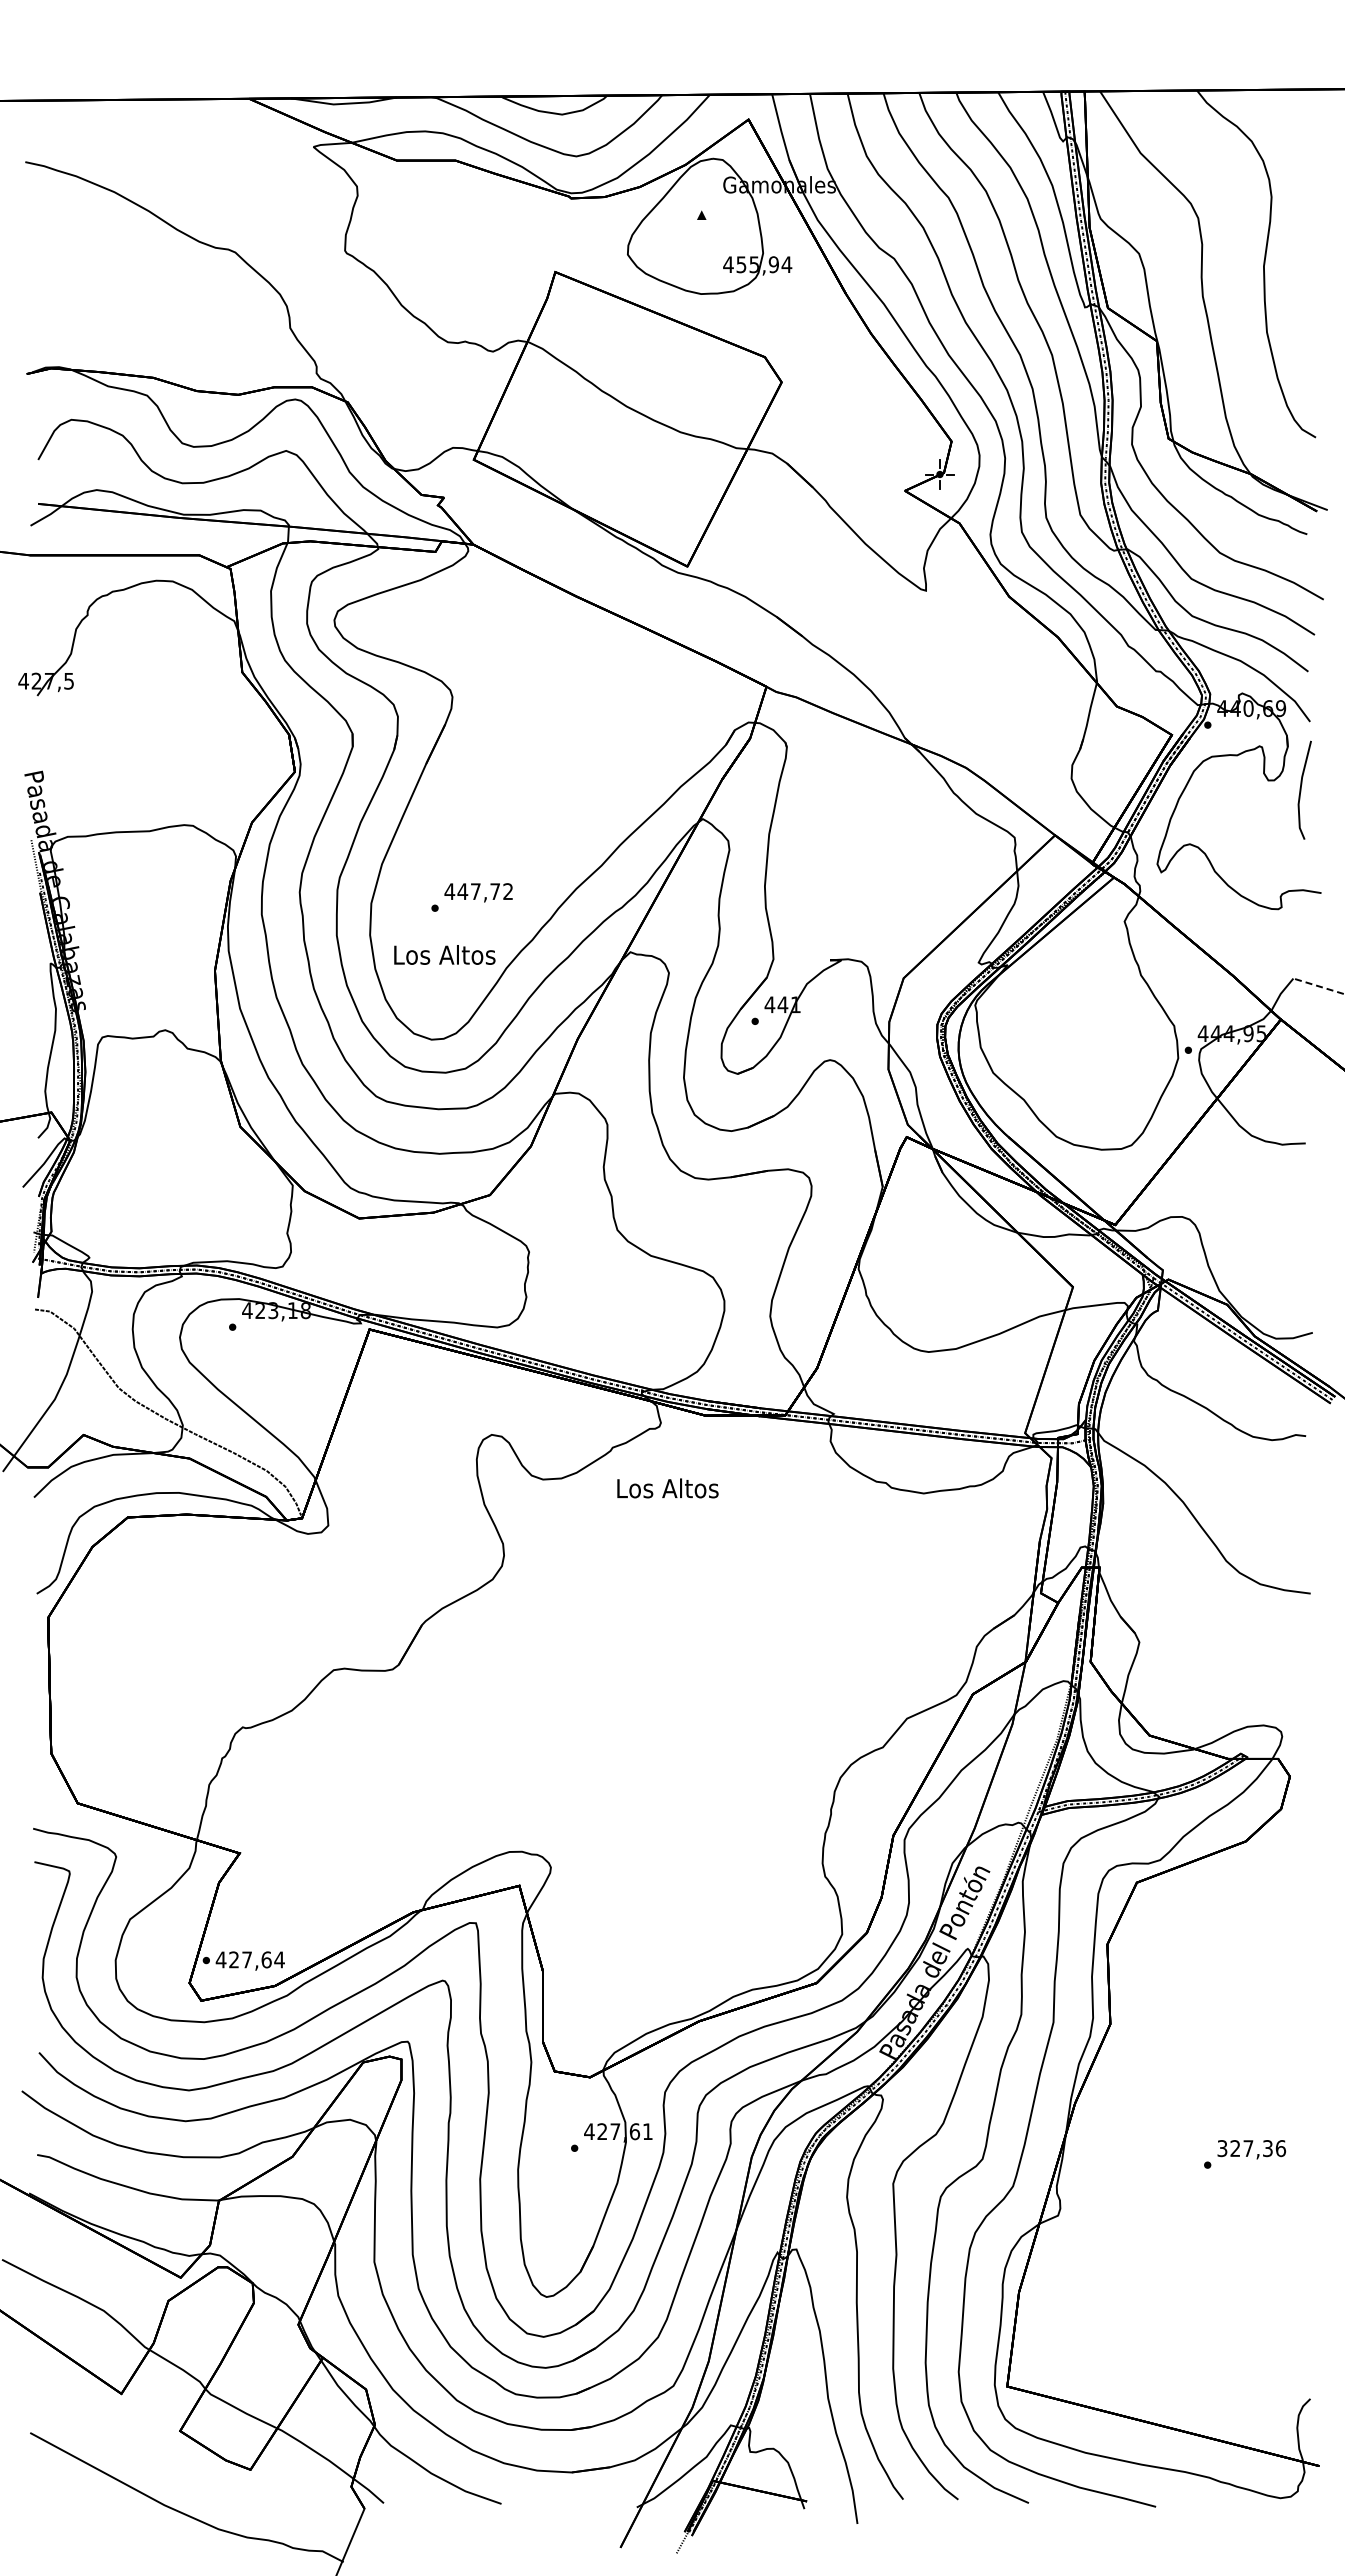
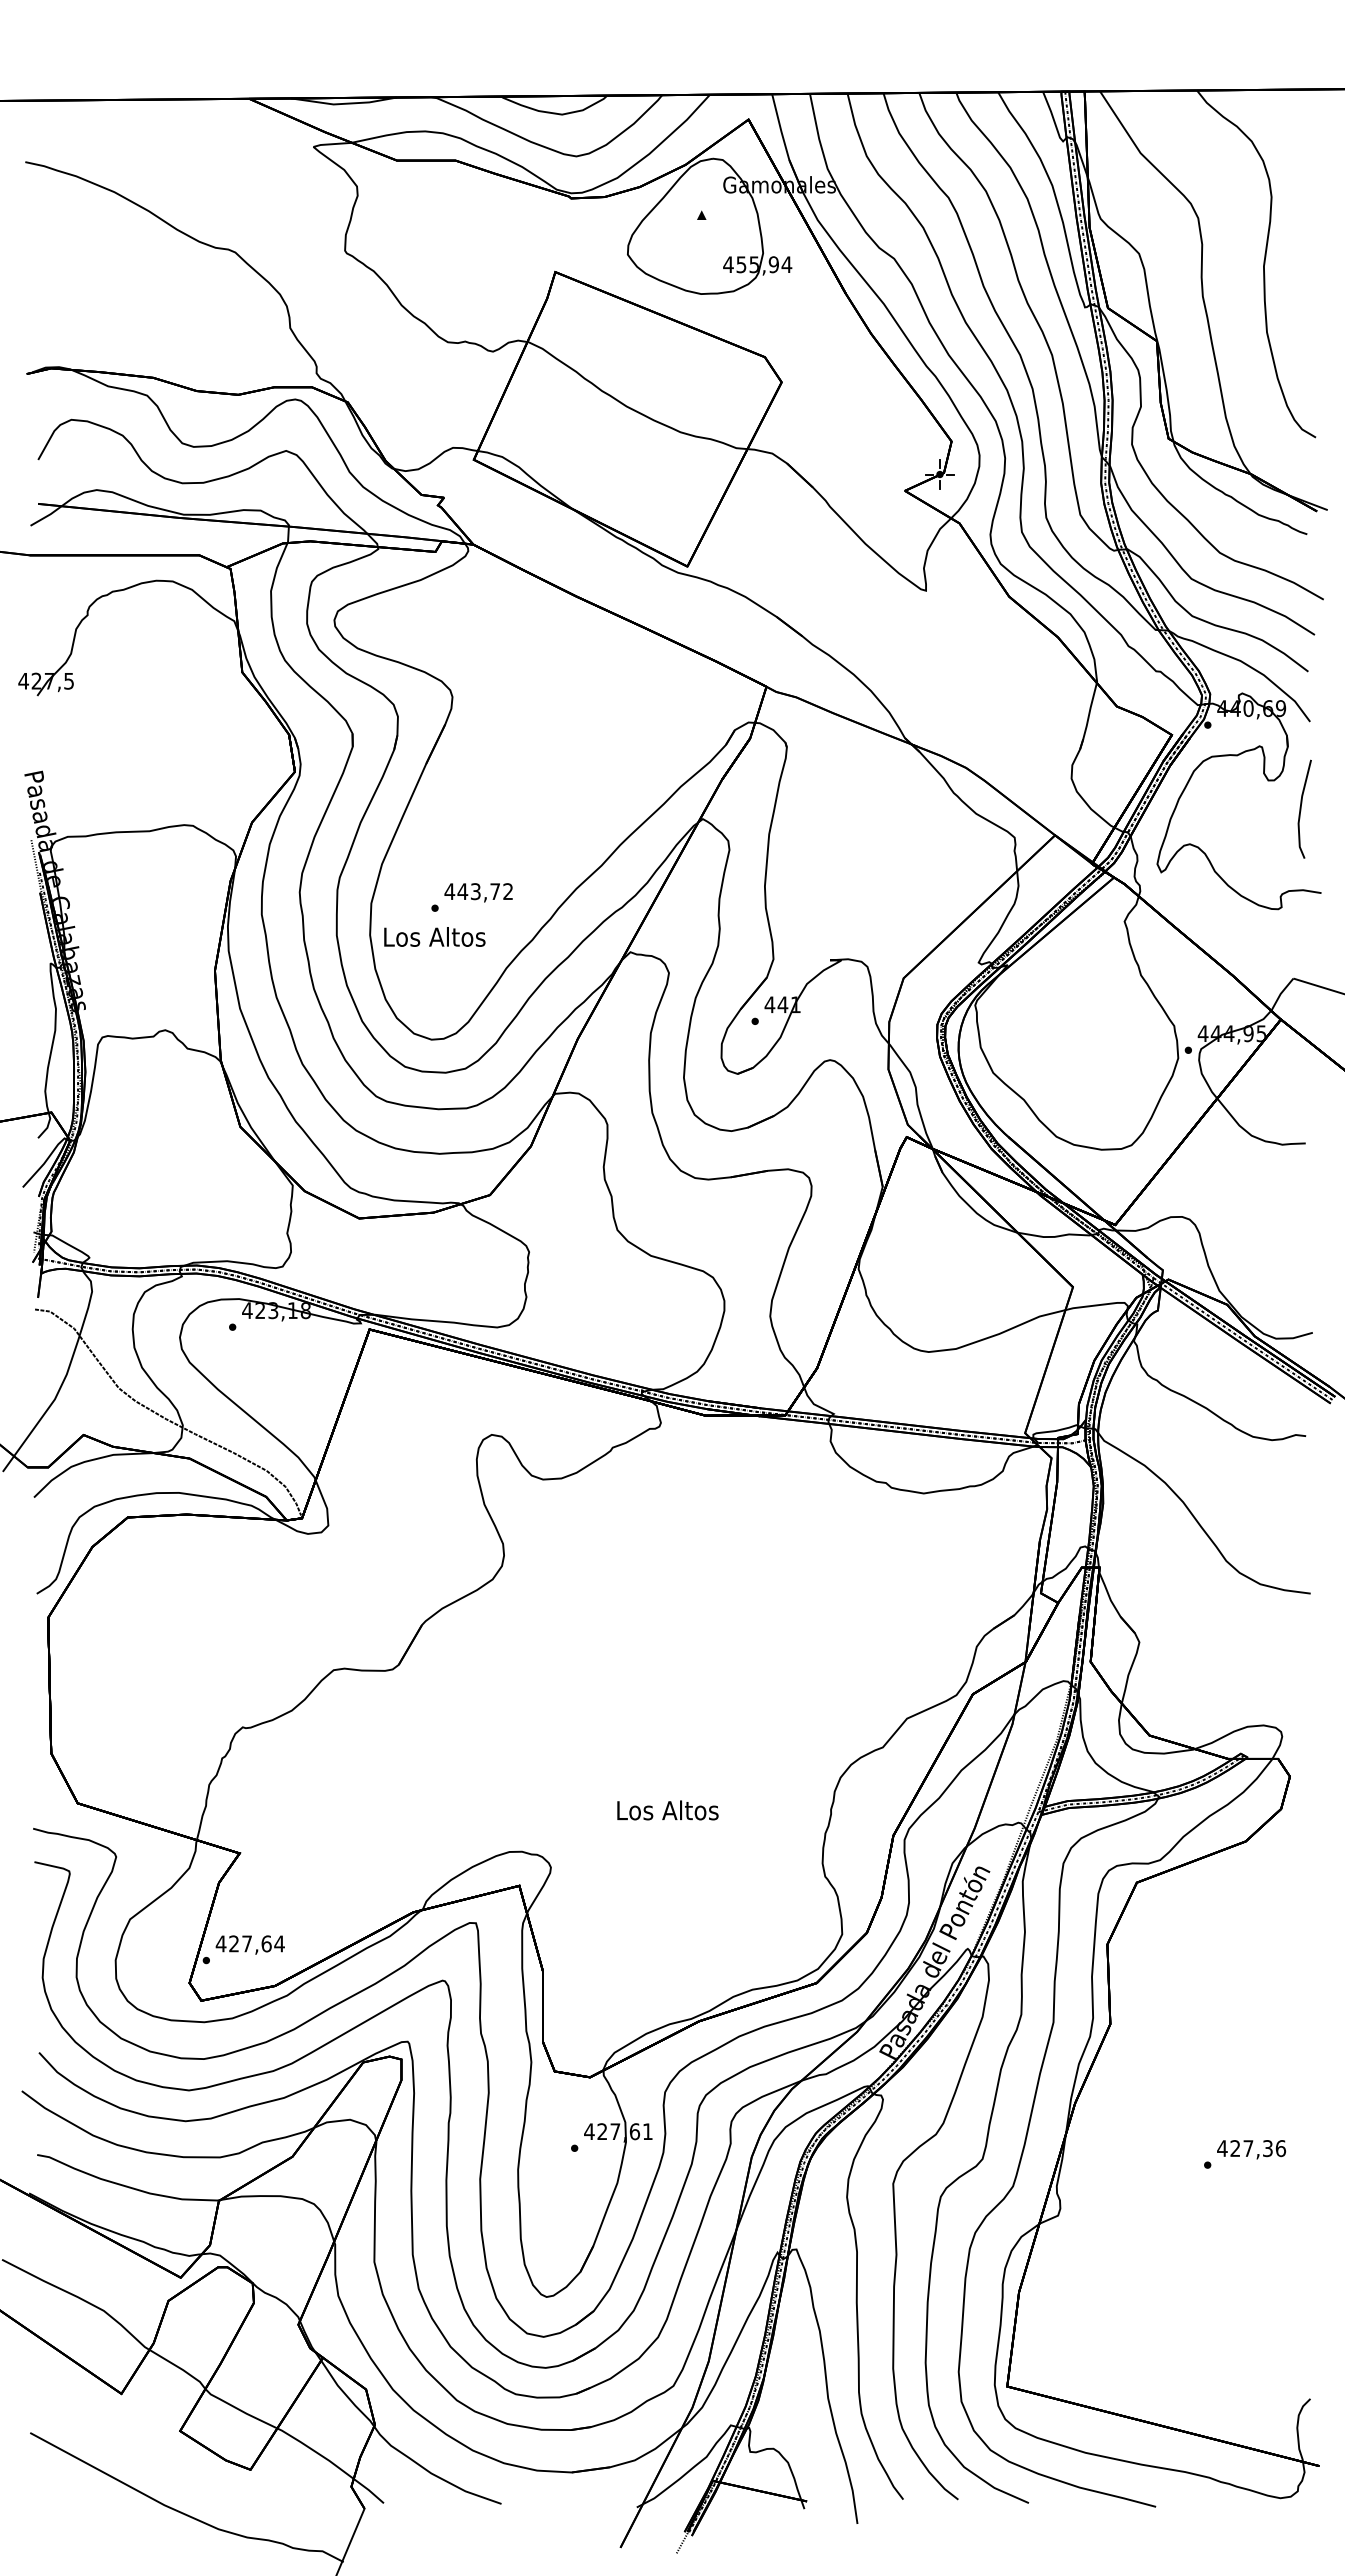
line at (1301, 789) position: (1301, 789) -> (1301, 808)
text at (475, 891): 447,72 -> 443,72
text at (444, 954) position: (444, 954) -> (434, 936)
line at (1319, 986): dashed -> solid
text at (667, 1488) position: (667, 1488) -> (667, 1810)
text at (249, 1960) position: (249, 1960) -> (249, 1944)
text at (1222, 2148): 327,36 -> 427,36
